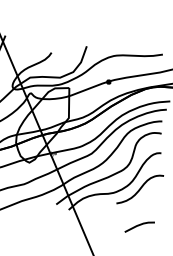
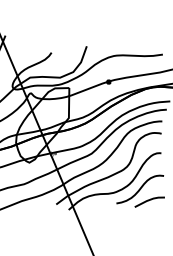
line at (139, 225) position: (139, 225) -> (149, 200)
